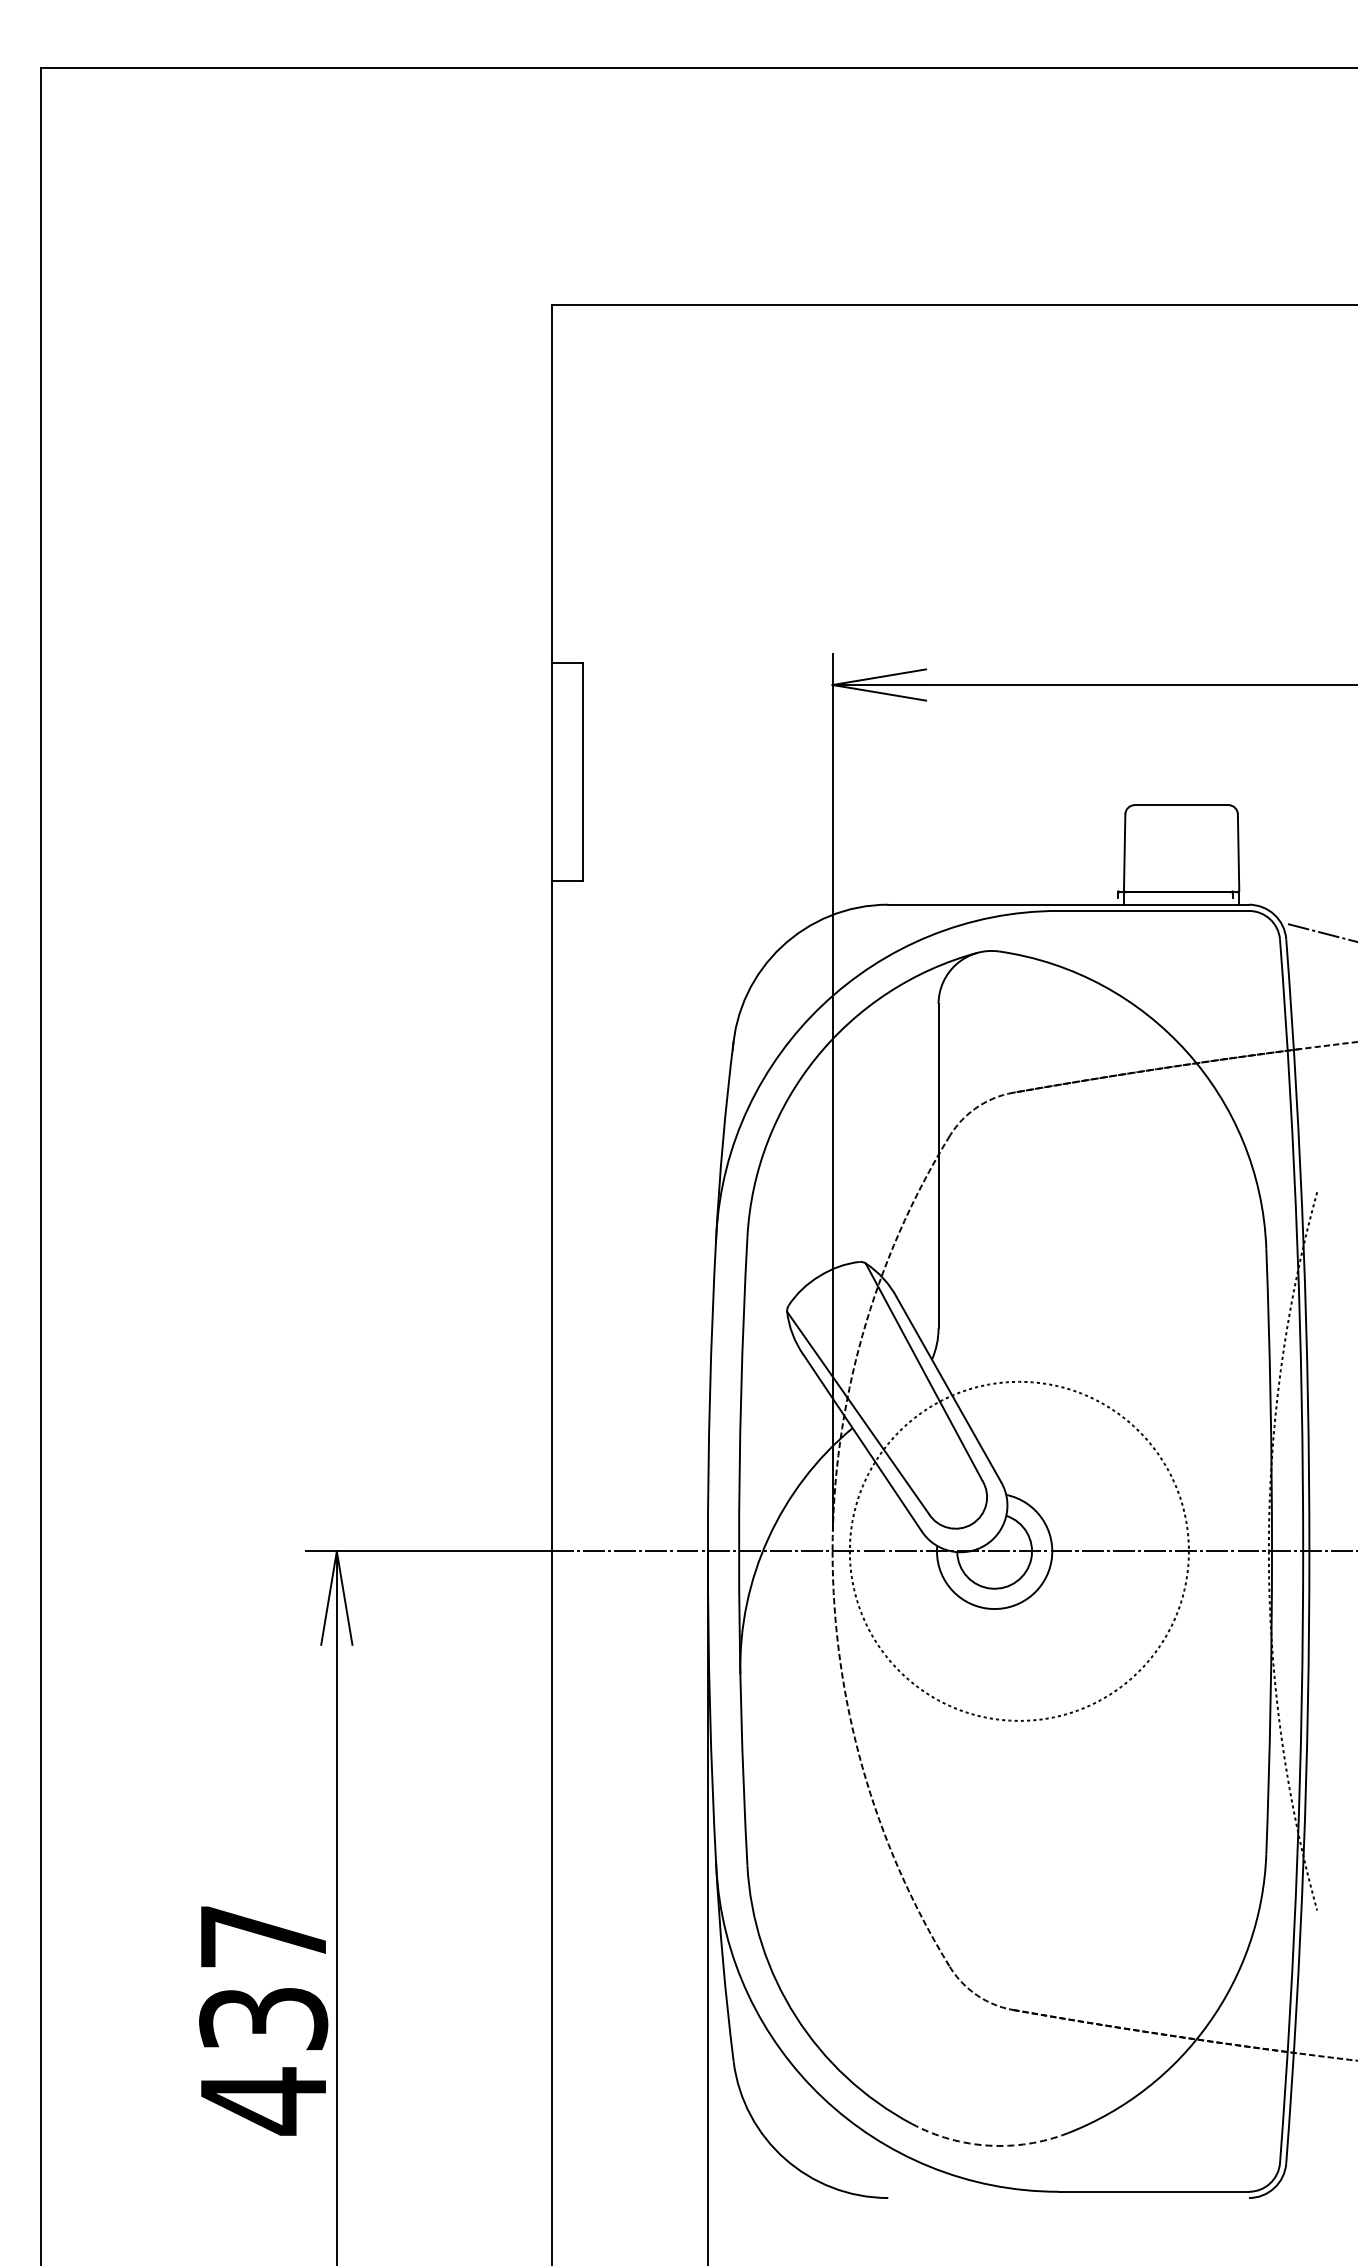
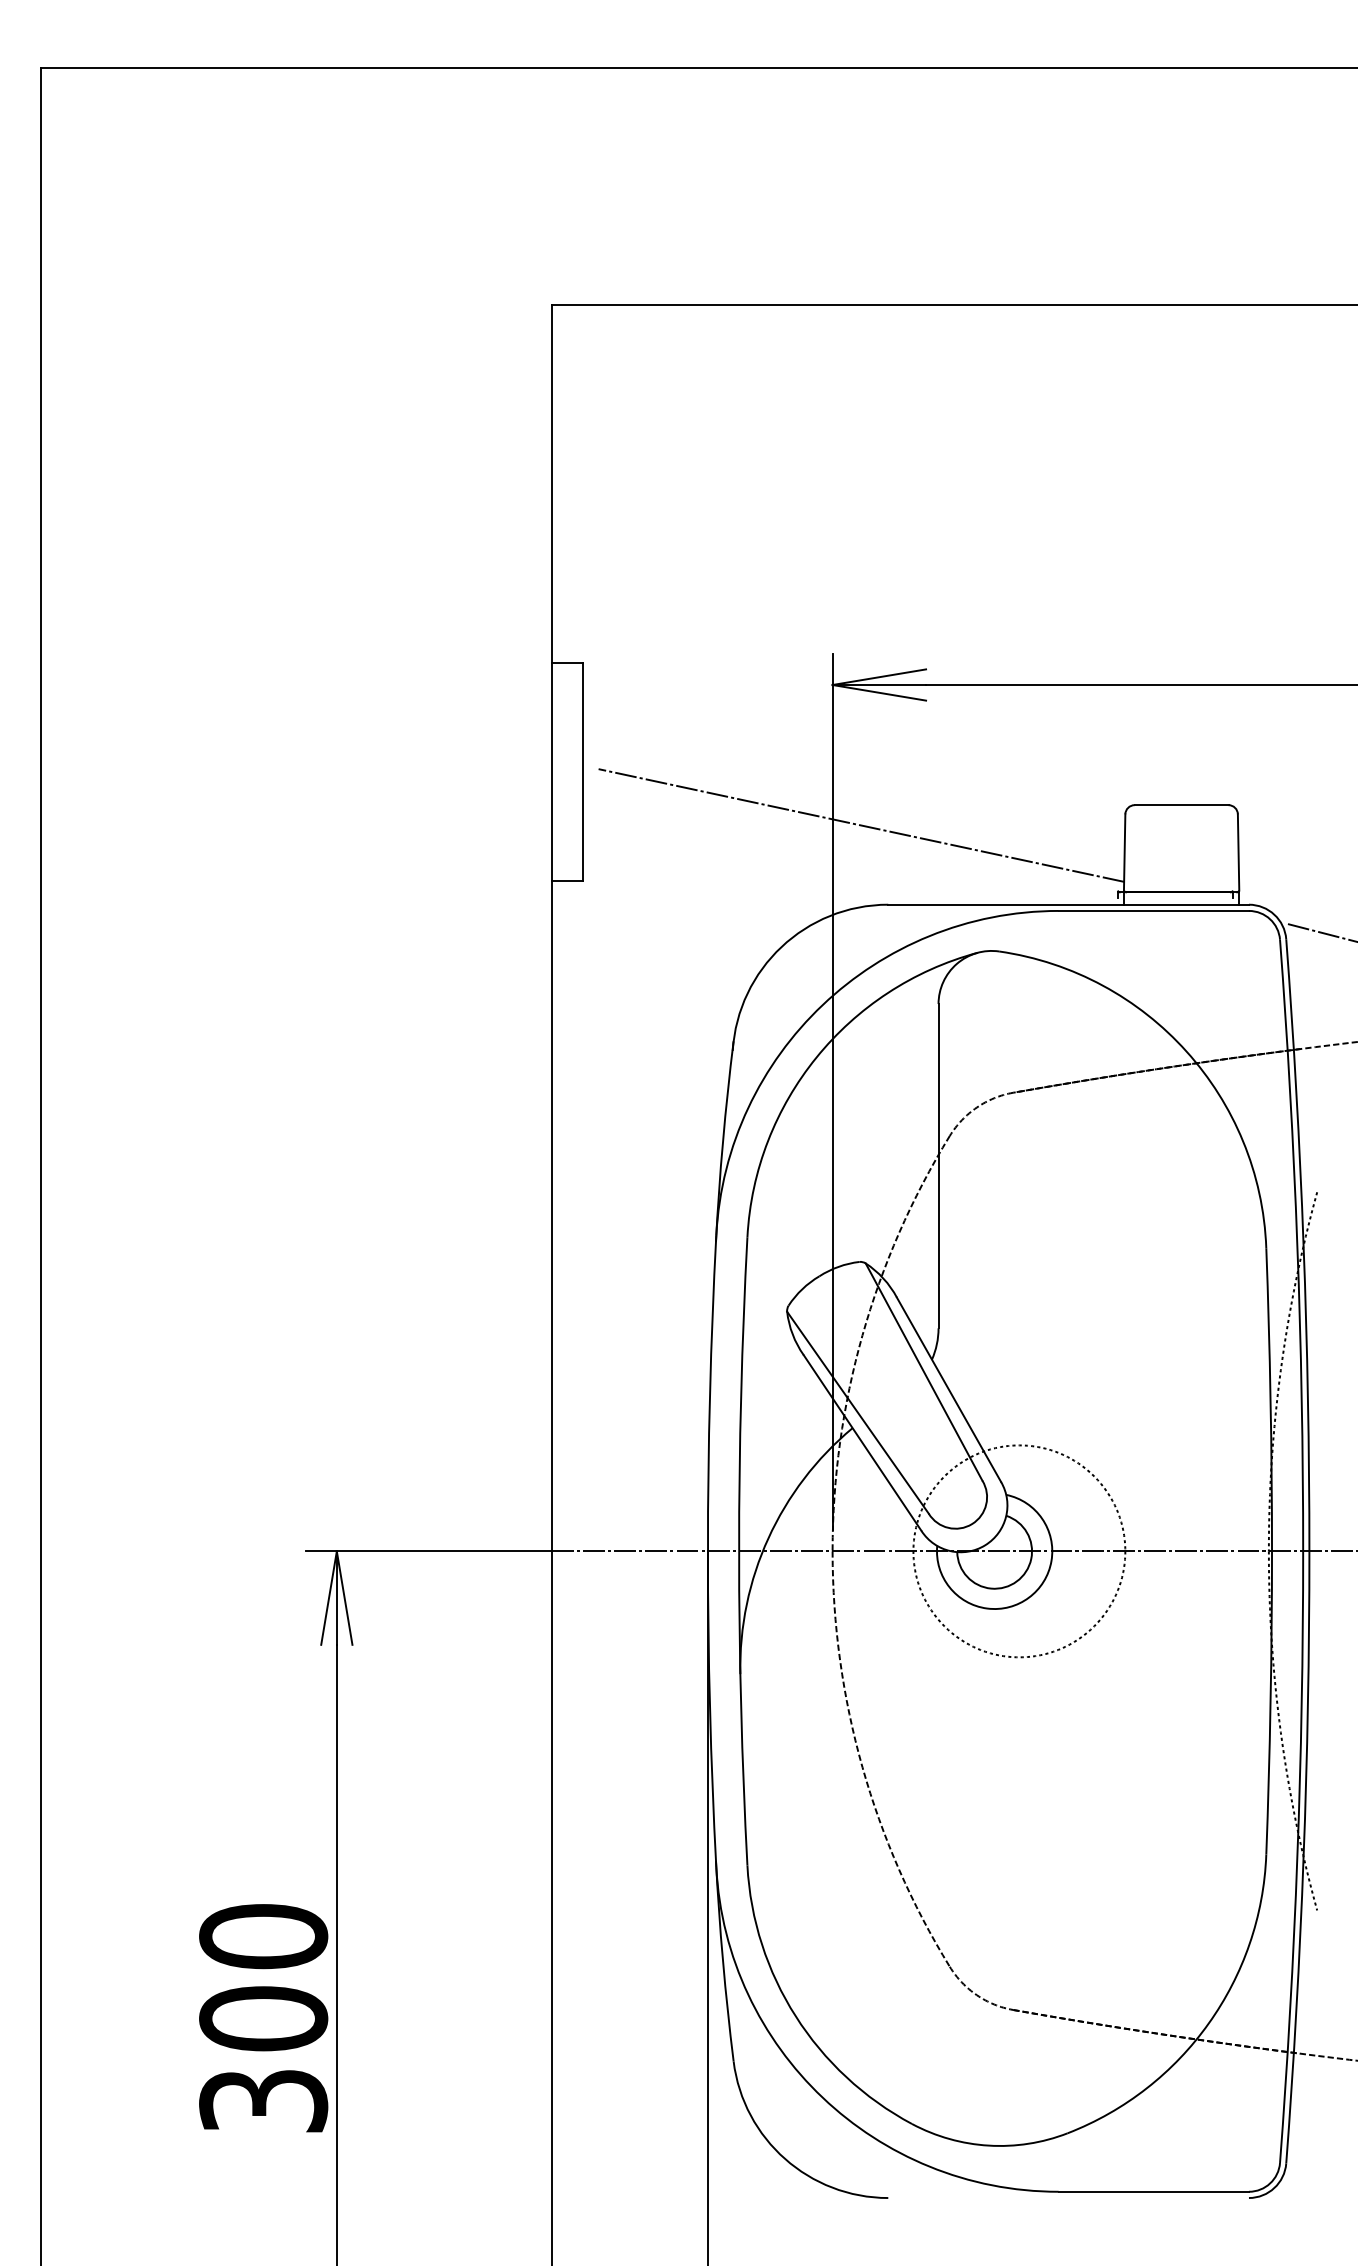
line at (861, 825): none -> present
circle at (1018, 1550) diameter: 339 px -> 212 px
text at (263, 2019): 437 -> 300
arc at (988, 2145): dashed -> solid
